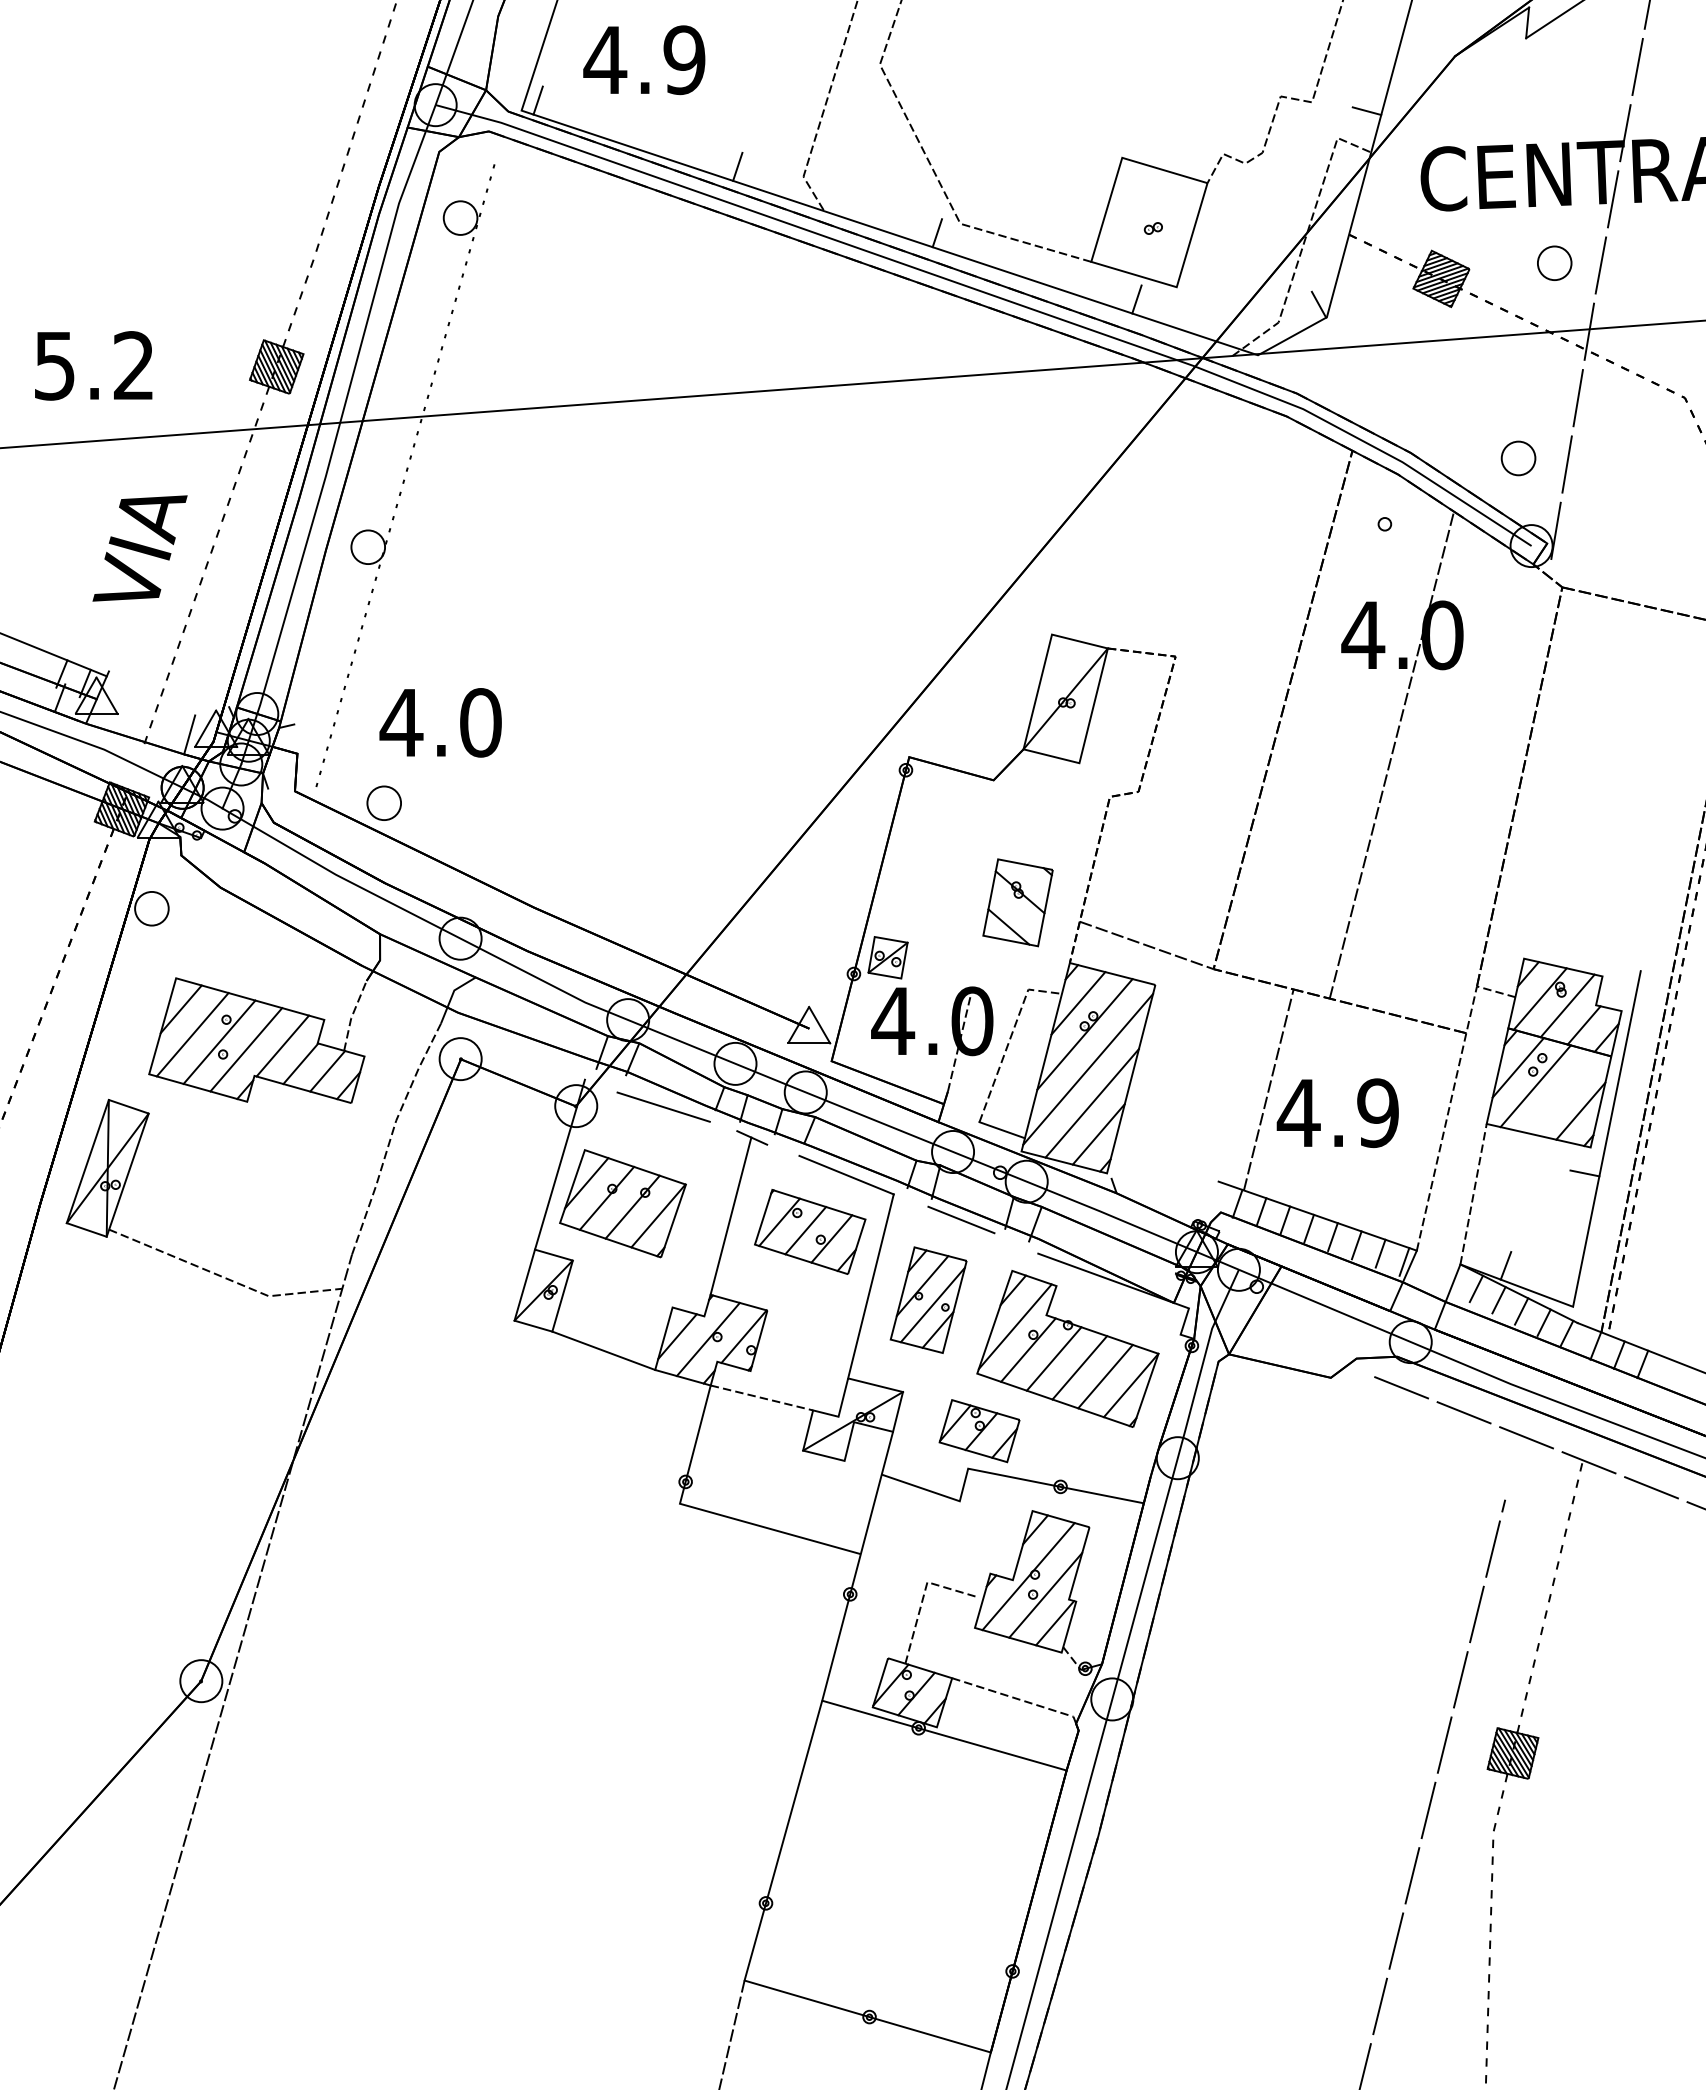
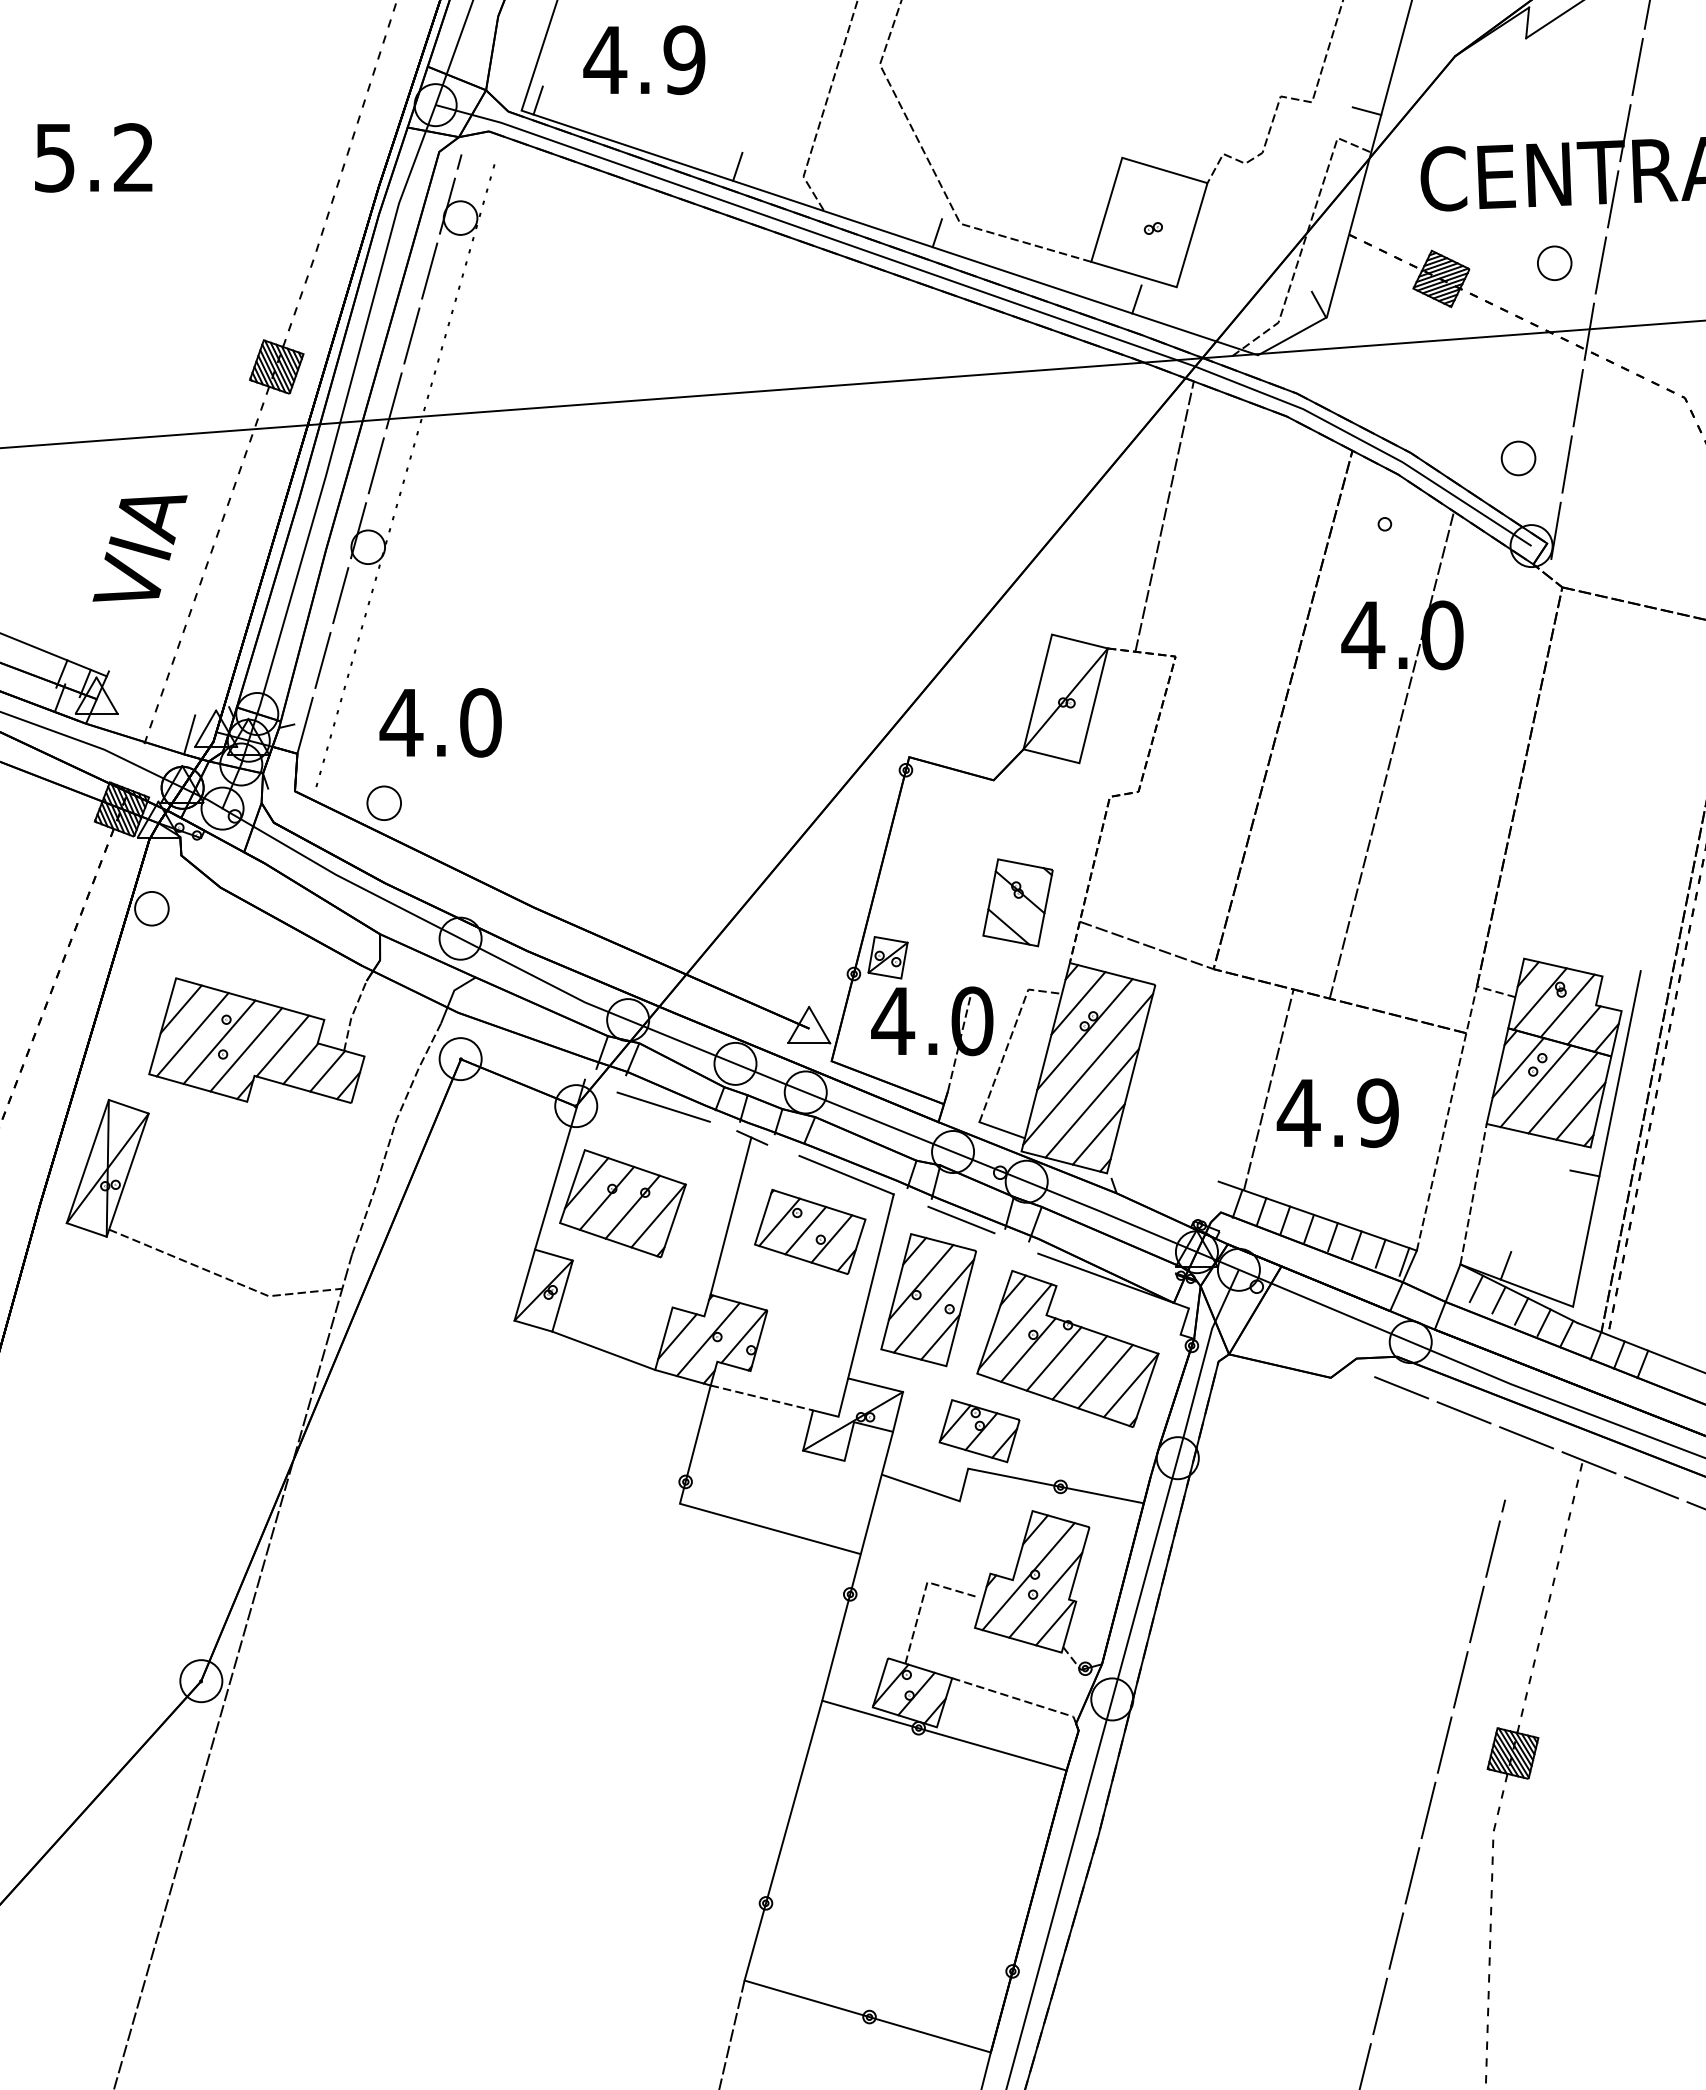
text at (93, 365) position: (93, 365) -> (93, 157)
line at (379, 453): none -> present
line at (1164, 516): none -> present
line at (1562, 1092): none -> present
part at (928, 1299) size: 79x108 px -> 97x135 px
